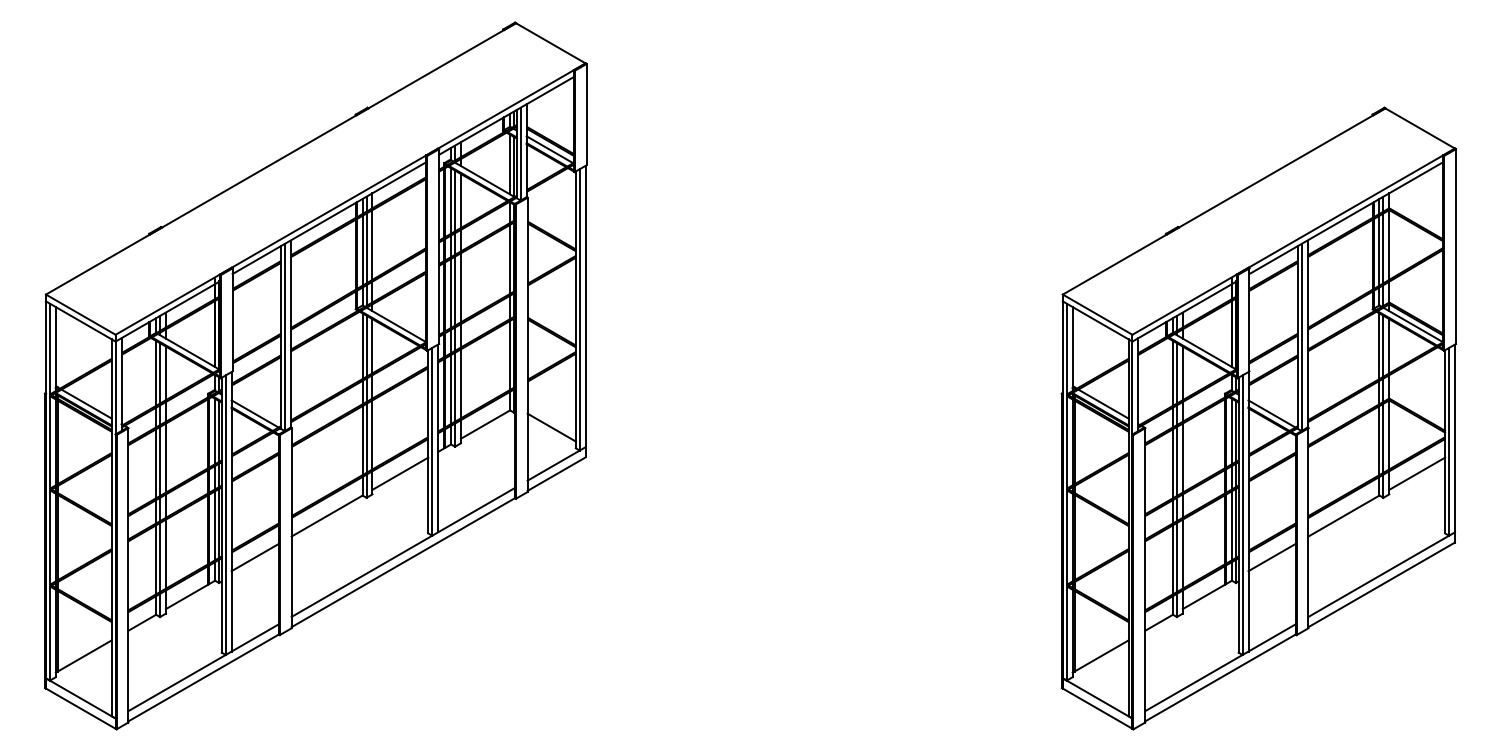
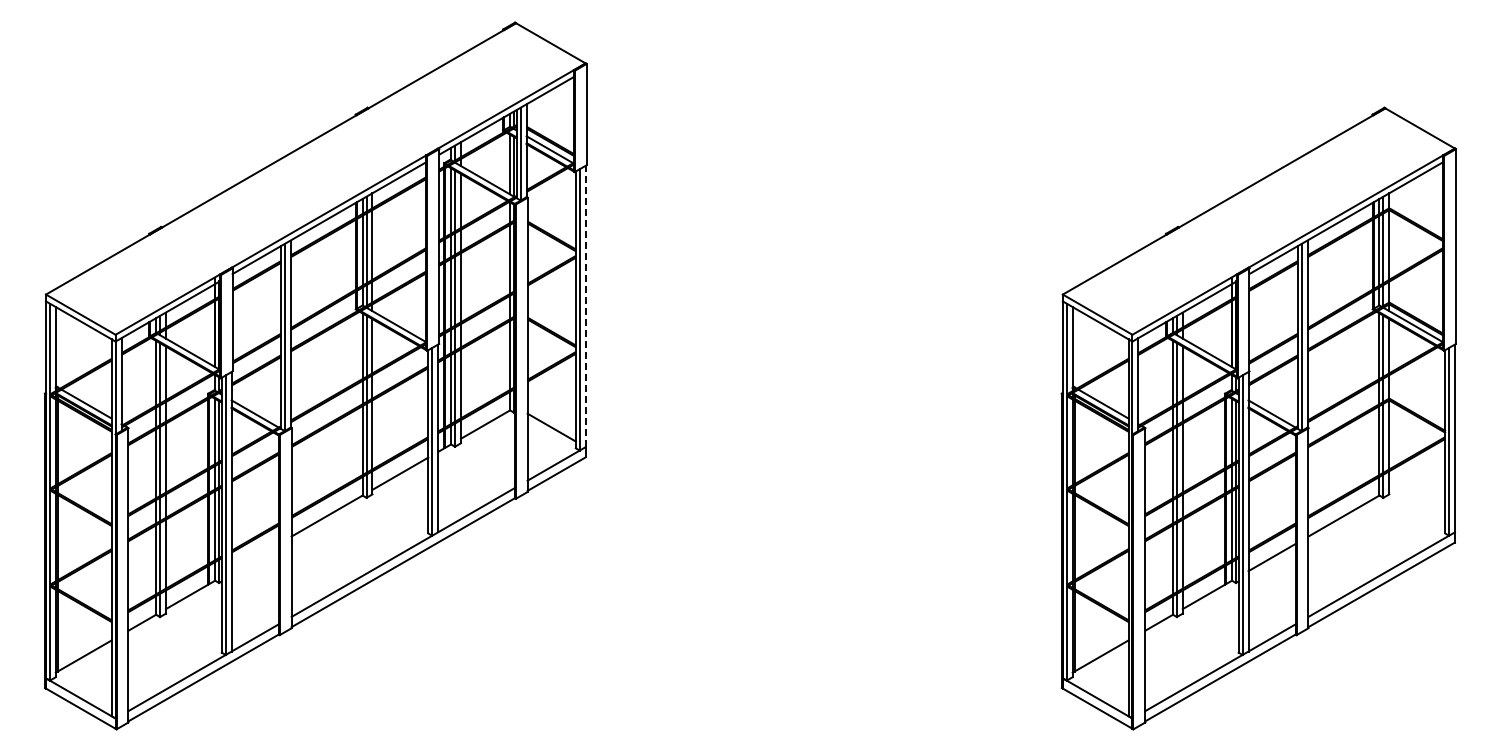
line at (585, 306): solid -> dashed
line at (1417, 473): present -> none
line at (254, 557): present -> none
